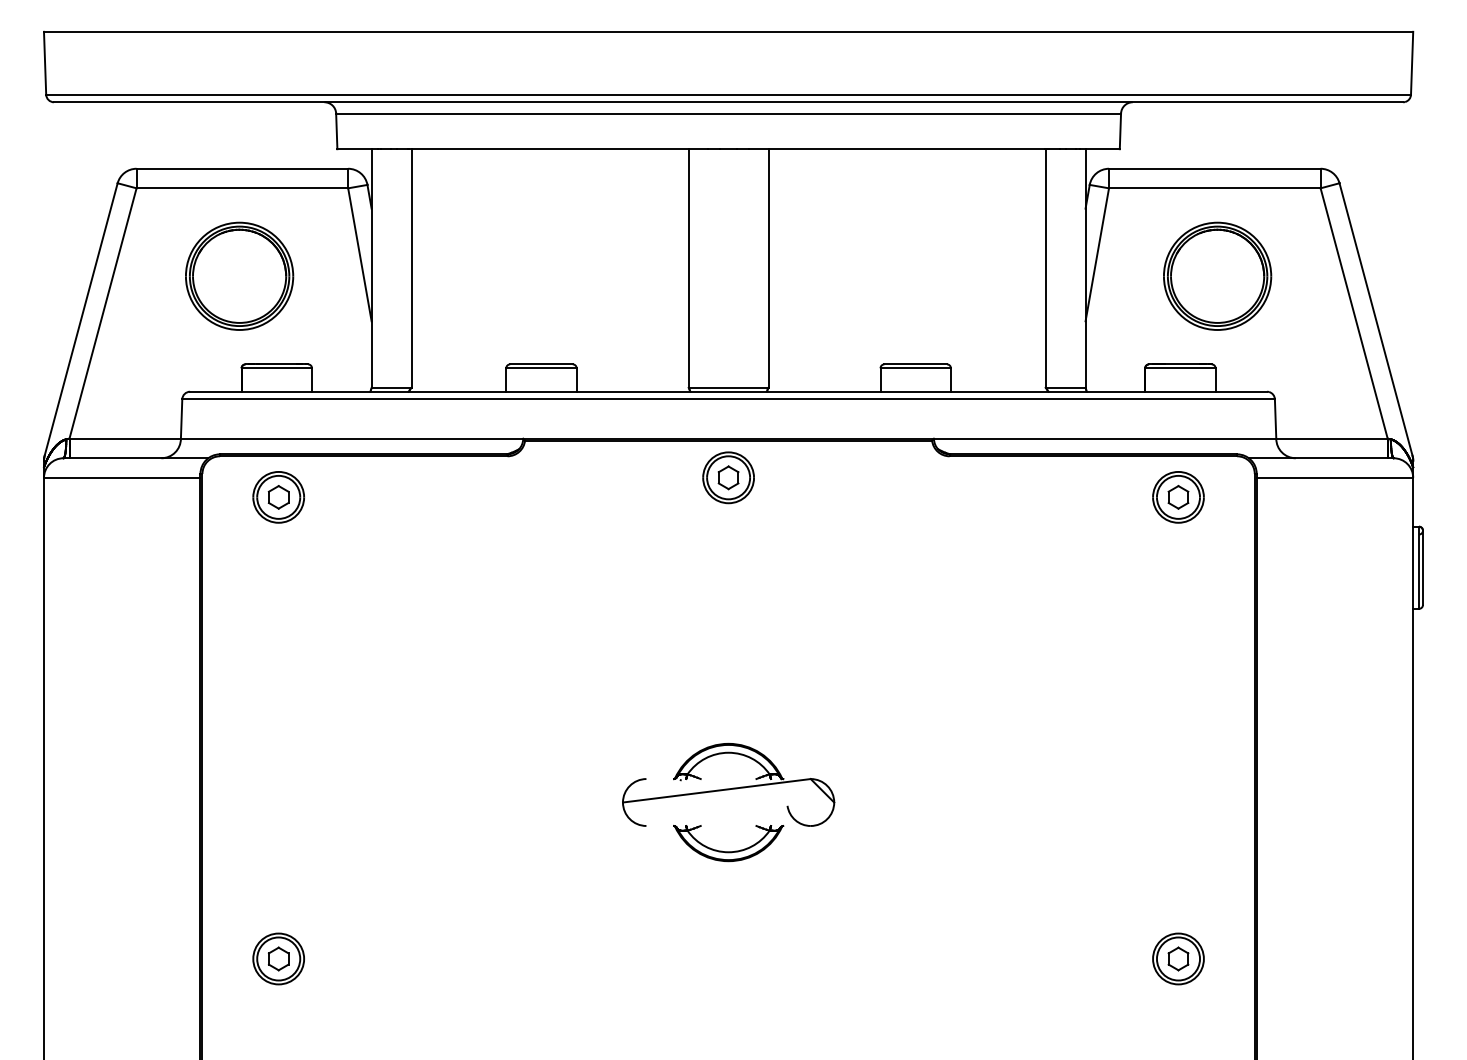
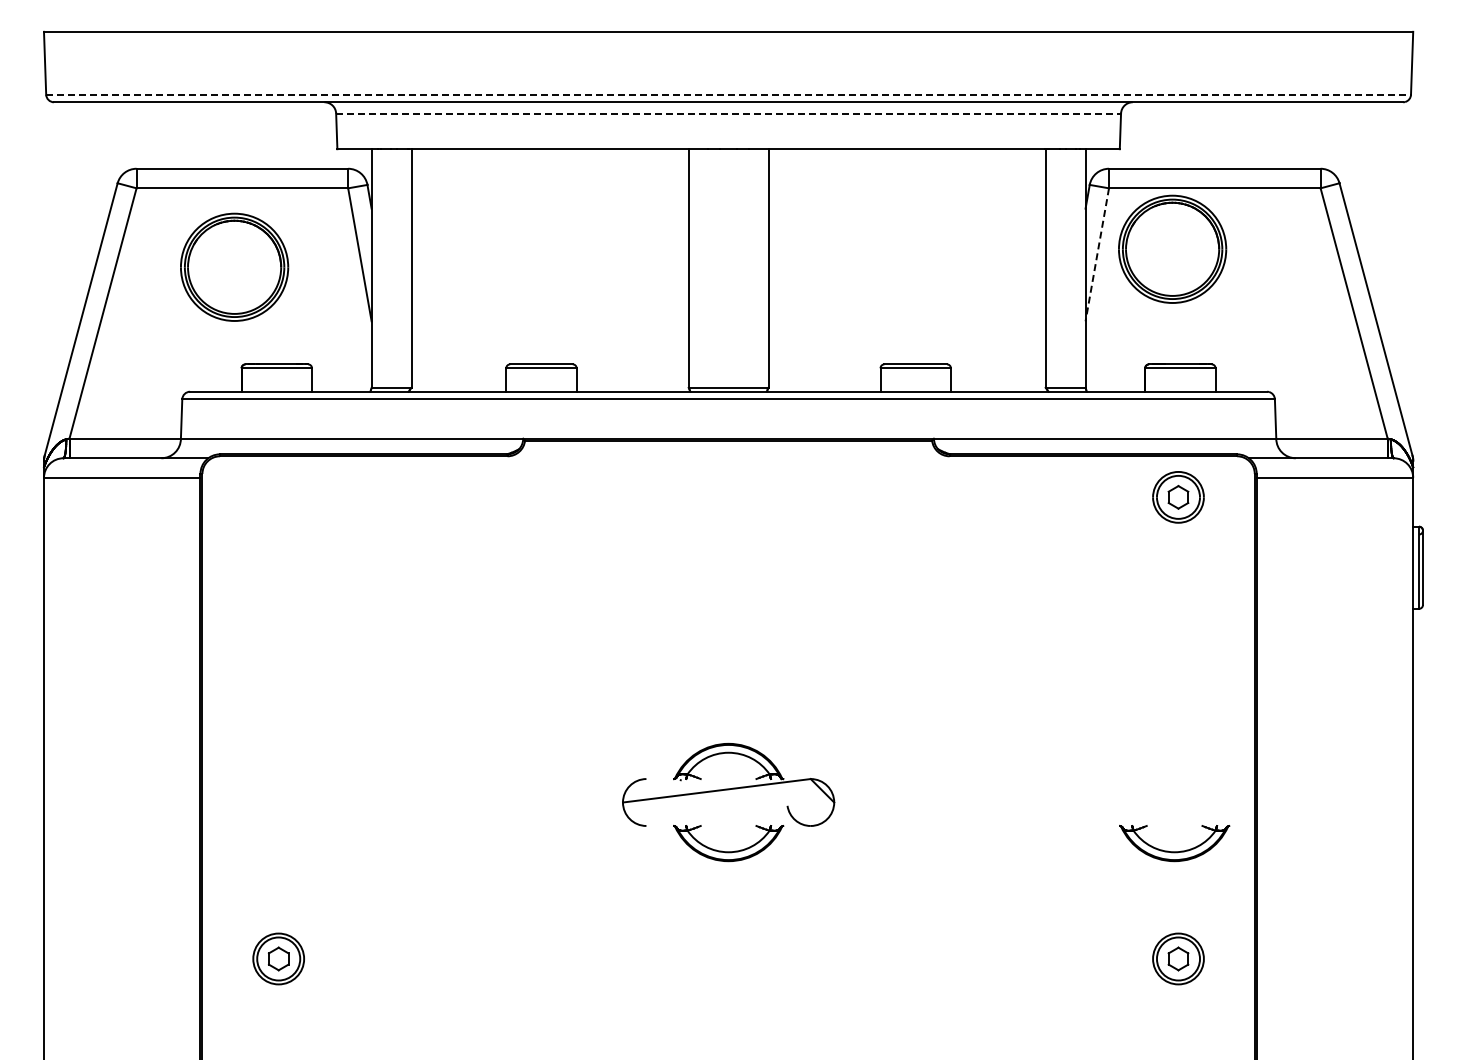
line at (729, 94): solid -> dashed
line at (729, 113): solid -> dashed
line at (1097, 254): solid -> dashed
part at (239, 275) position: (239, 275) -> (234, 266)
part at (1217, 275) position: (1217, 275) -> (1172, 248)
part at (728, 477): present -> none
part at (278, 497): present -> none
part at (1174, 851): none -> present
